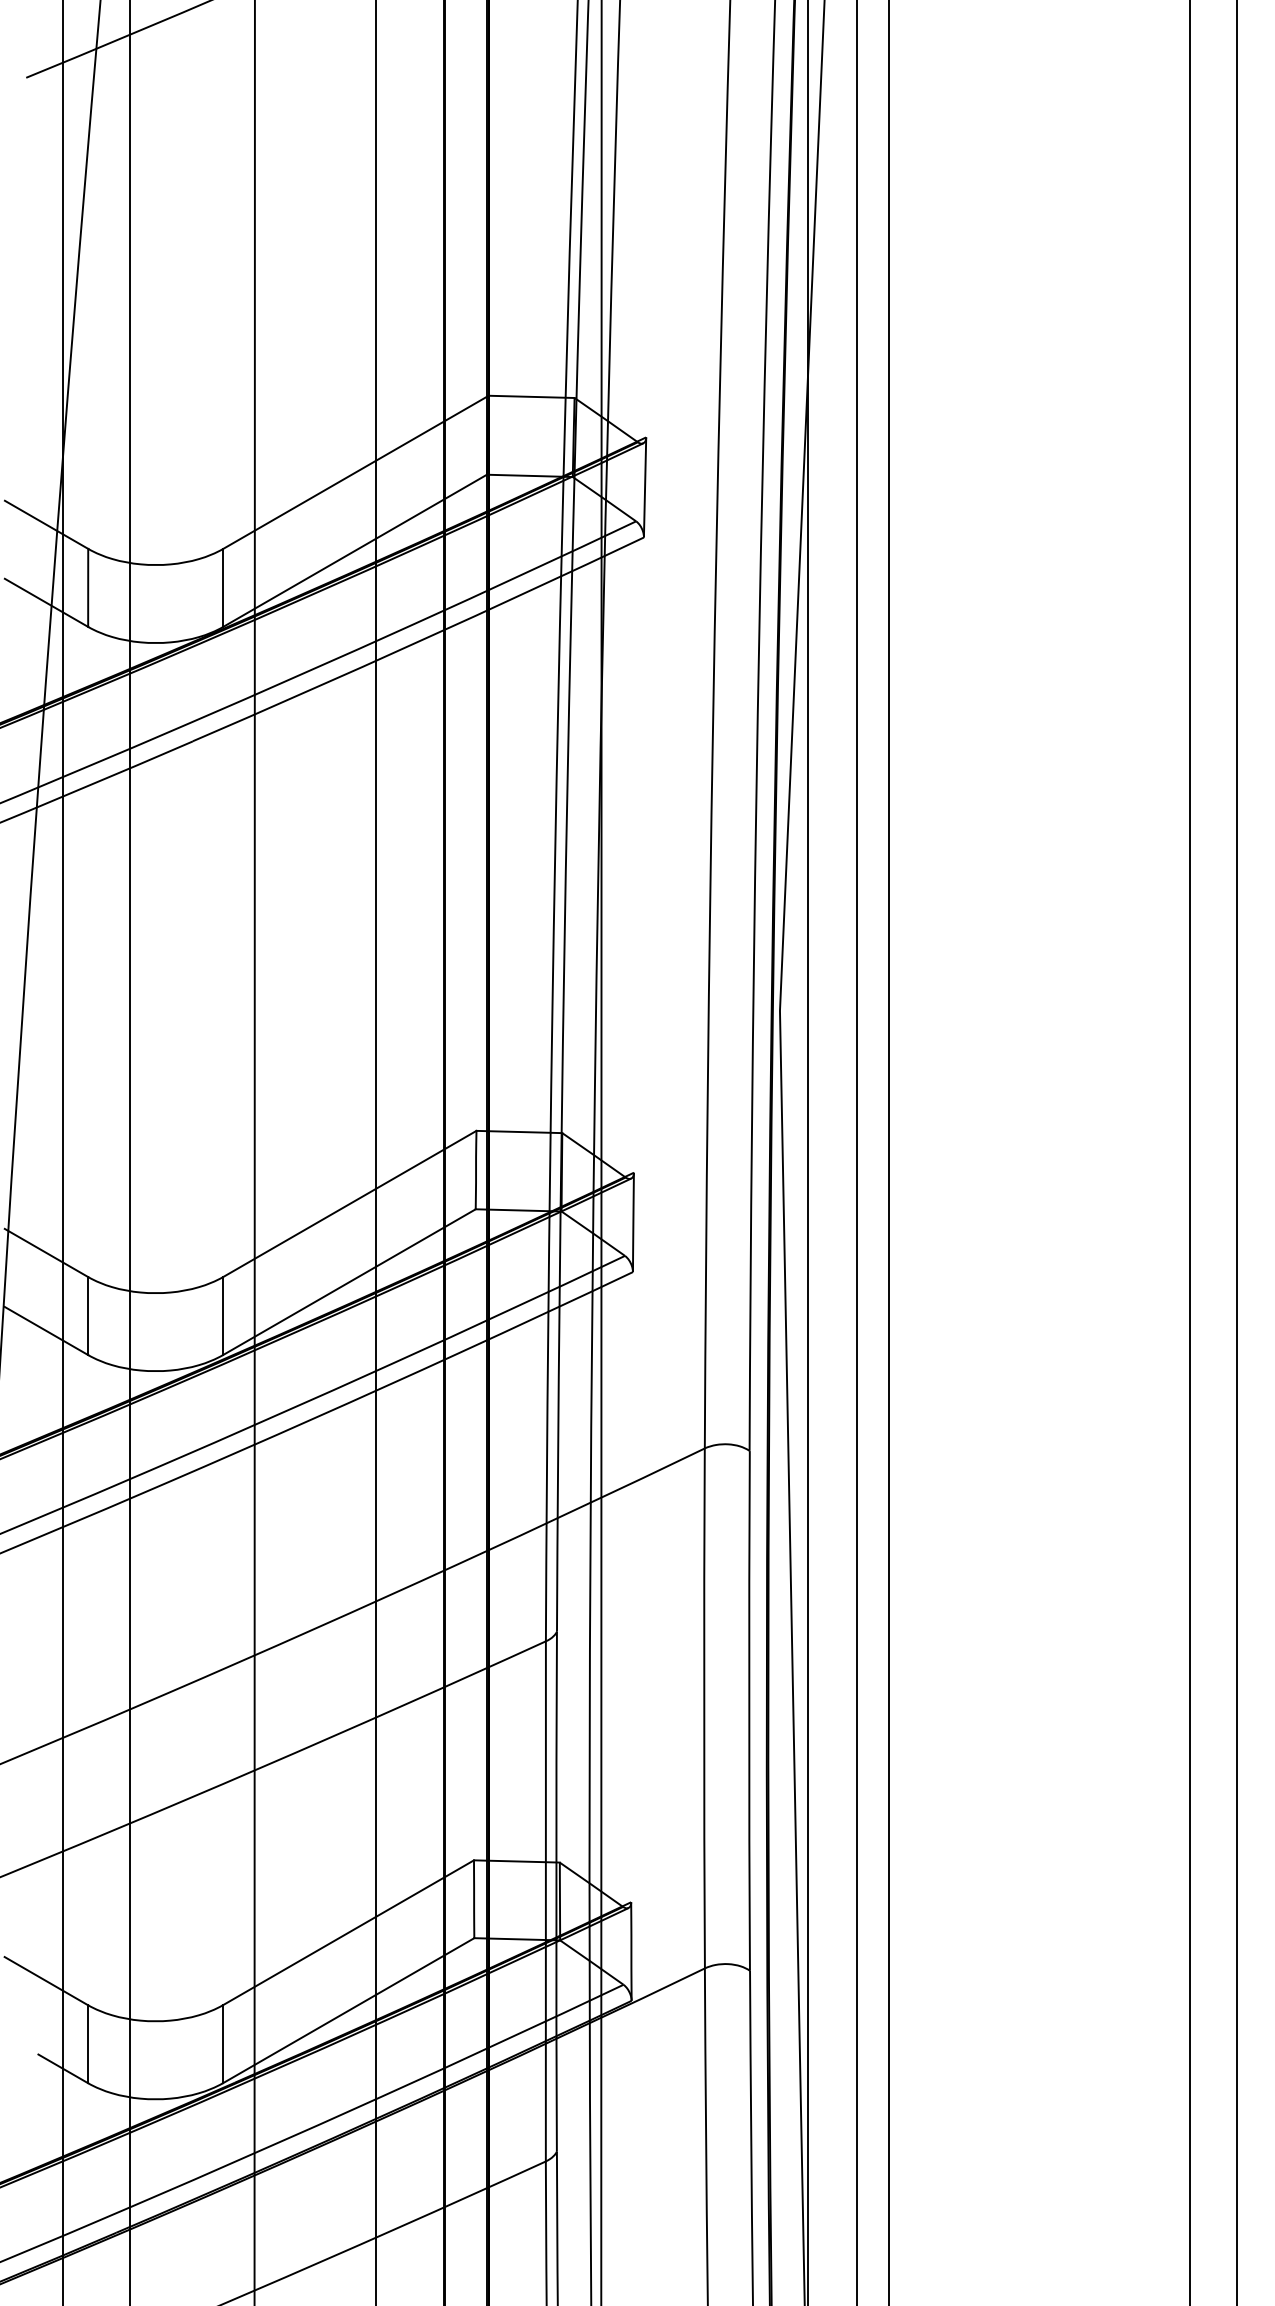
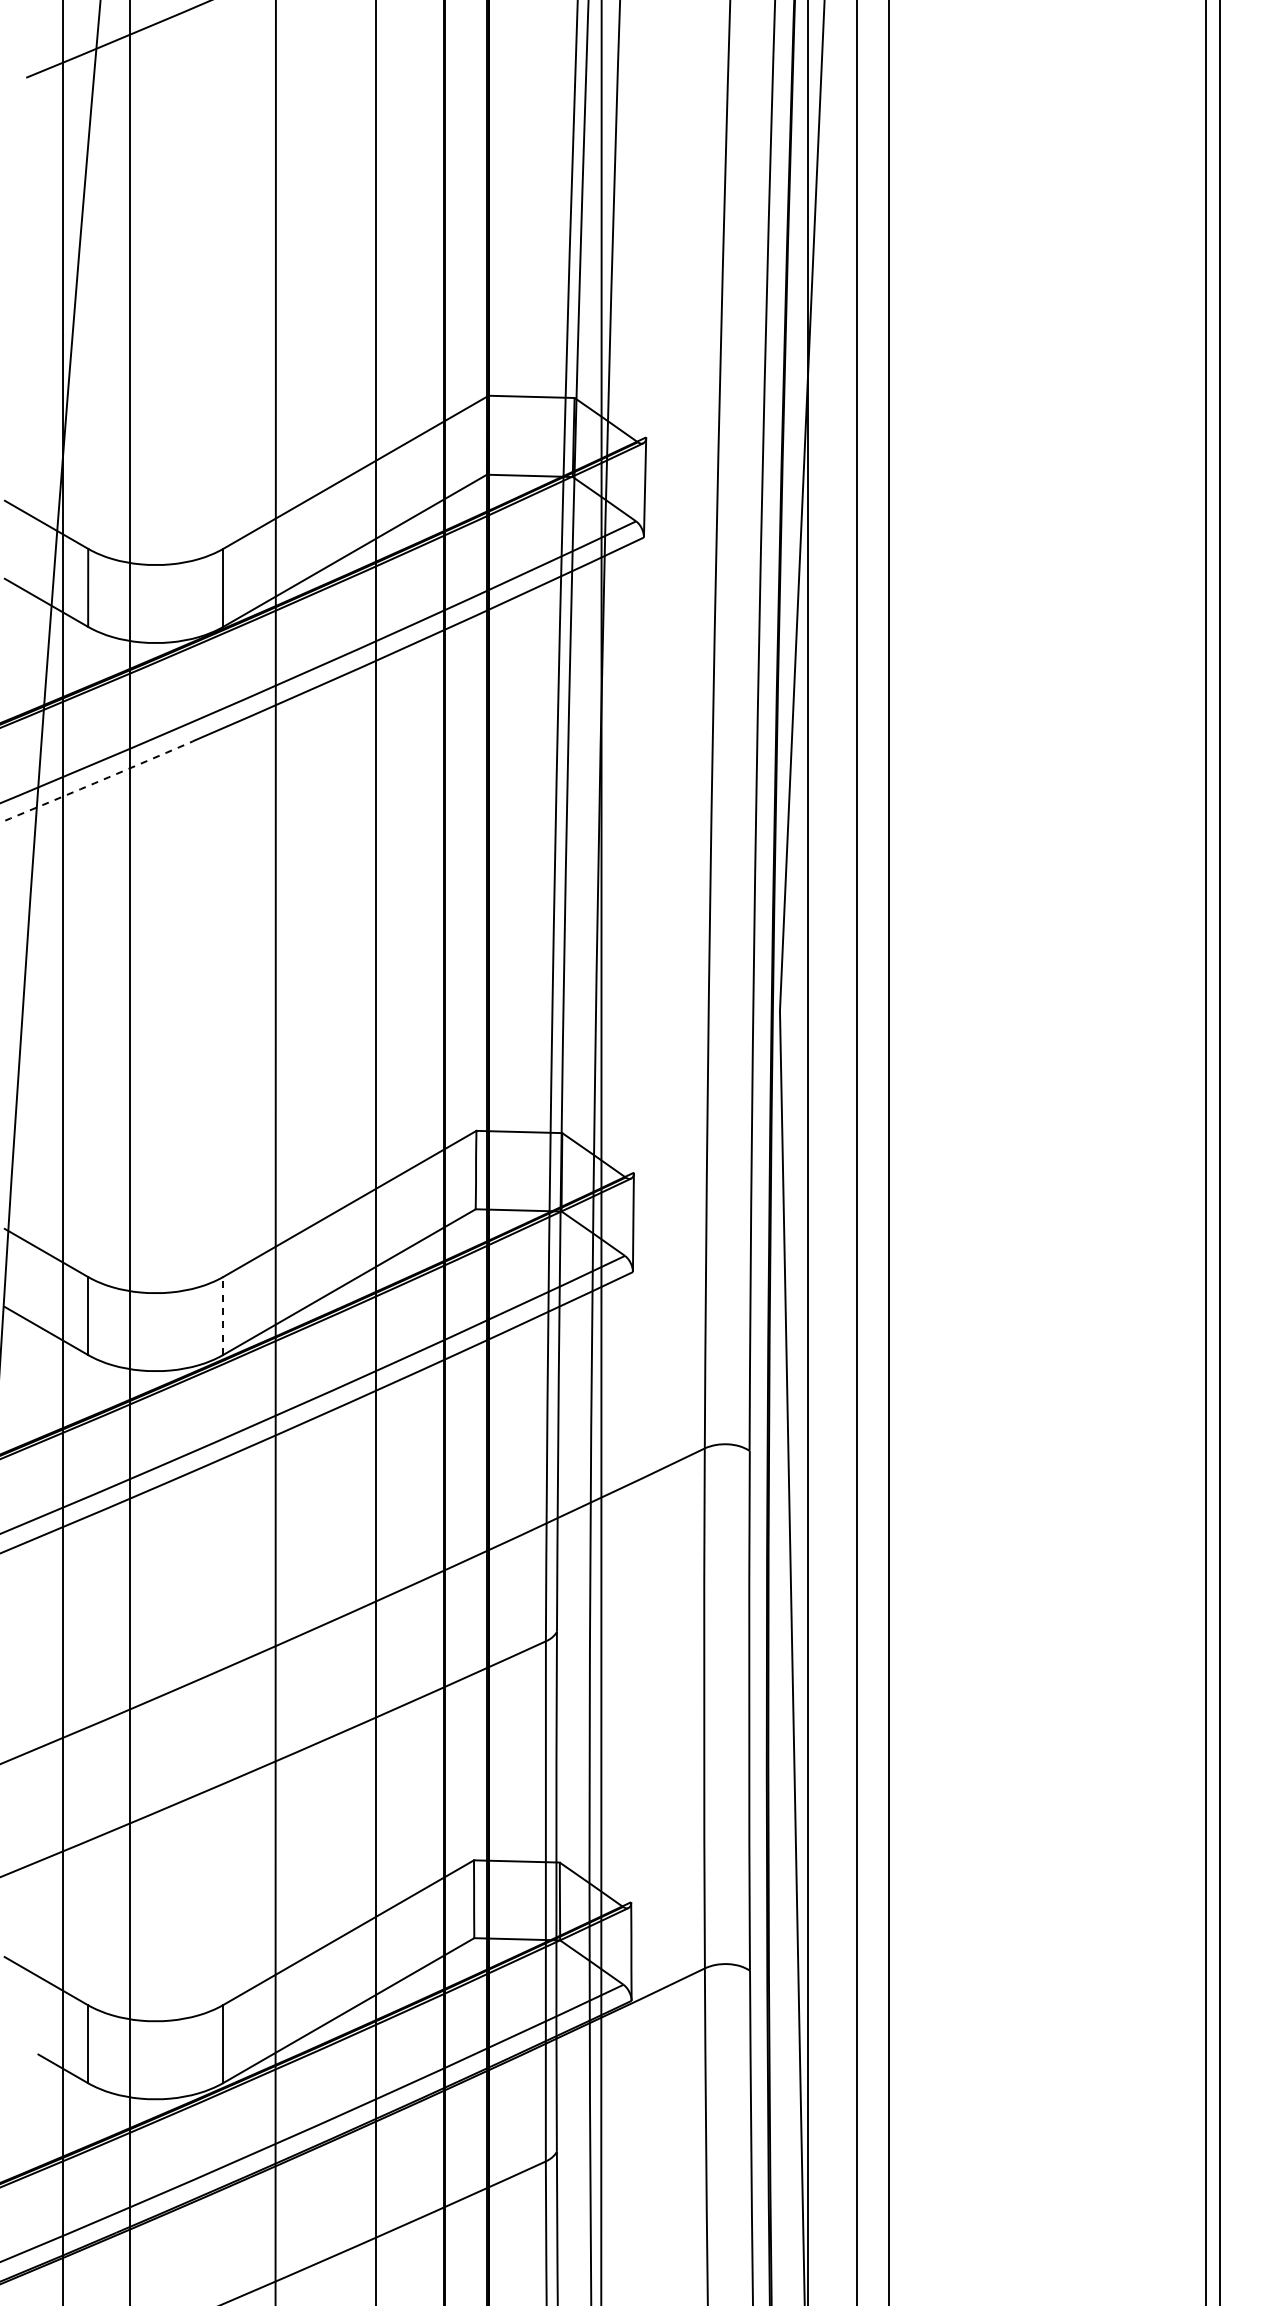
arc at (96, 782): solid -> dashed
line at (254, 1152) position: (254, 1152) -> (275, 1152)
line at (1189, 1152) position: (1189, 1152) -> (1205, 1152)
line at (1236, 1152) position: (1236, 1152) -> (1219, 1152)
line at (223, 1316): solid -> dashed
